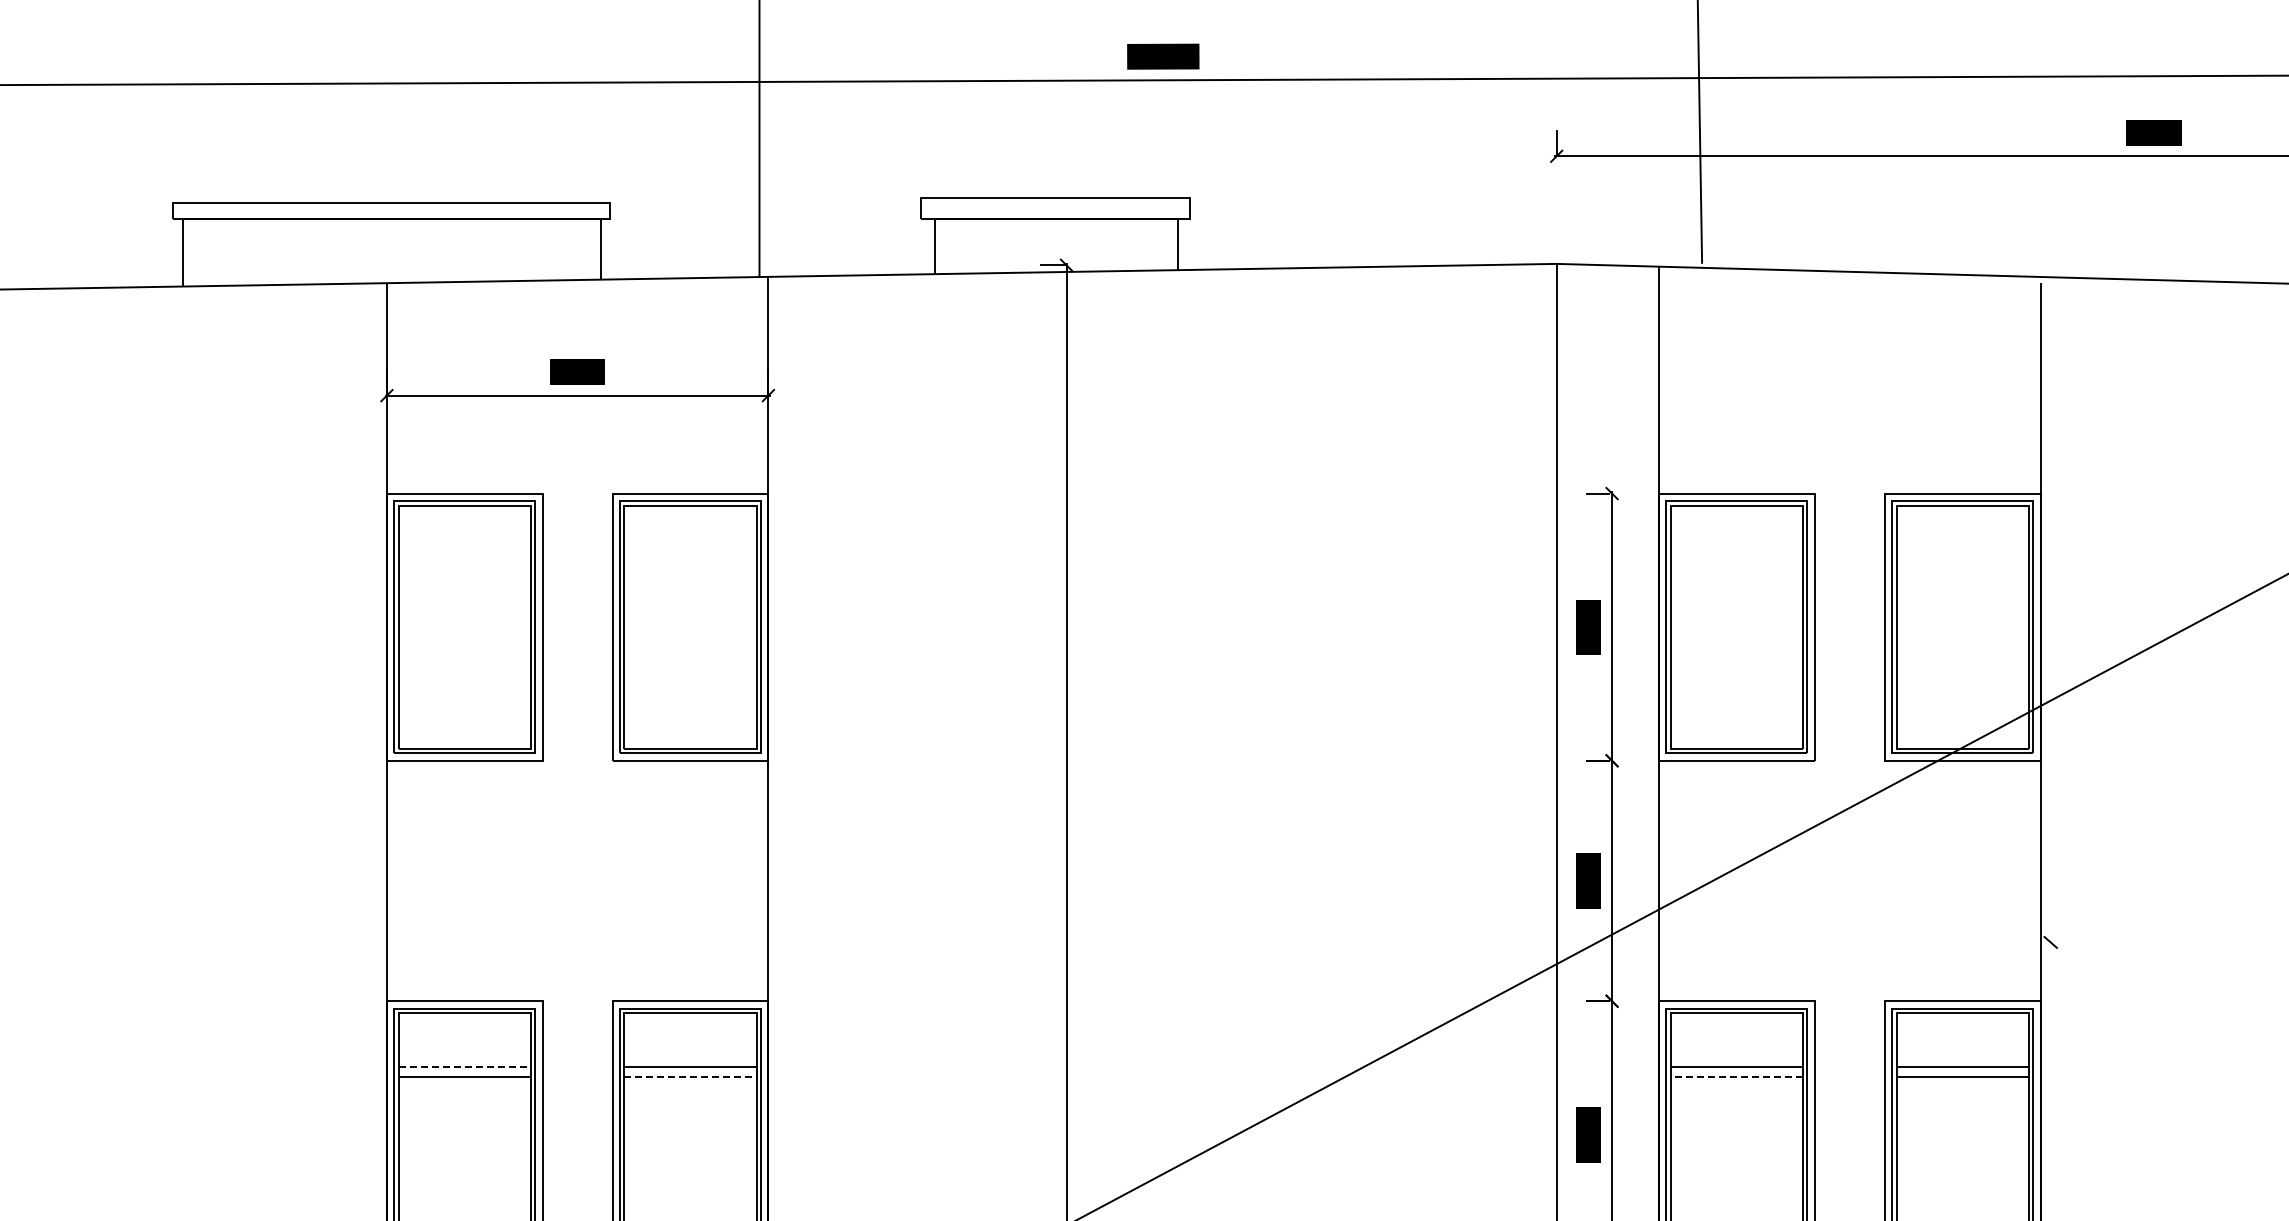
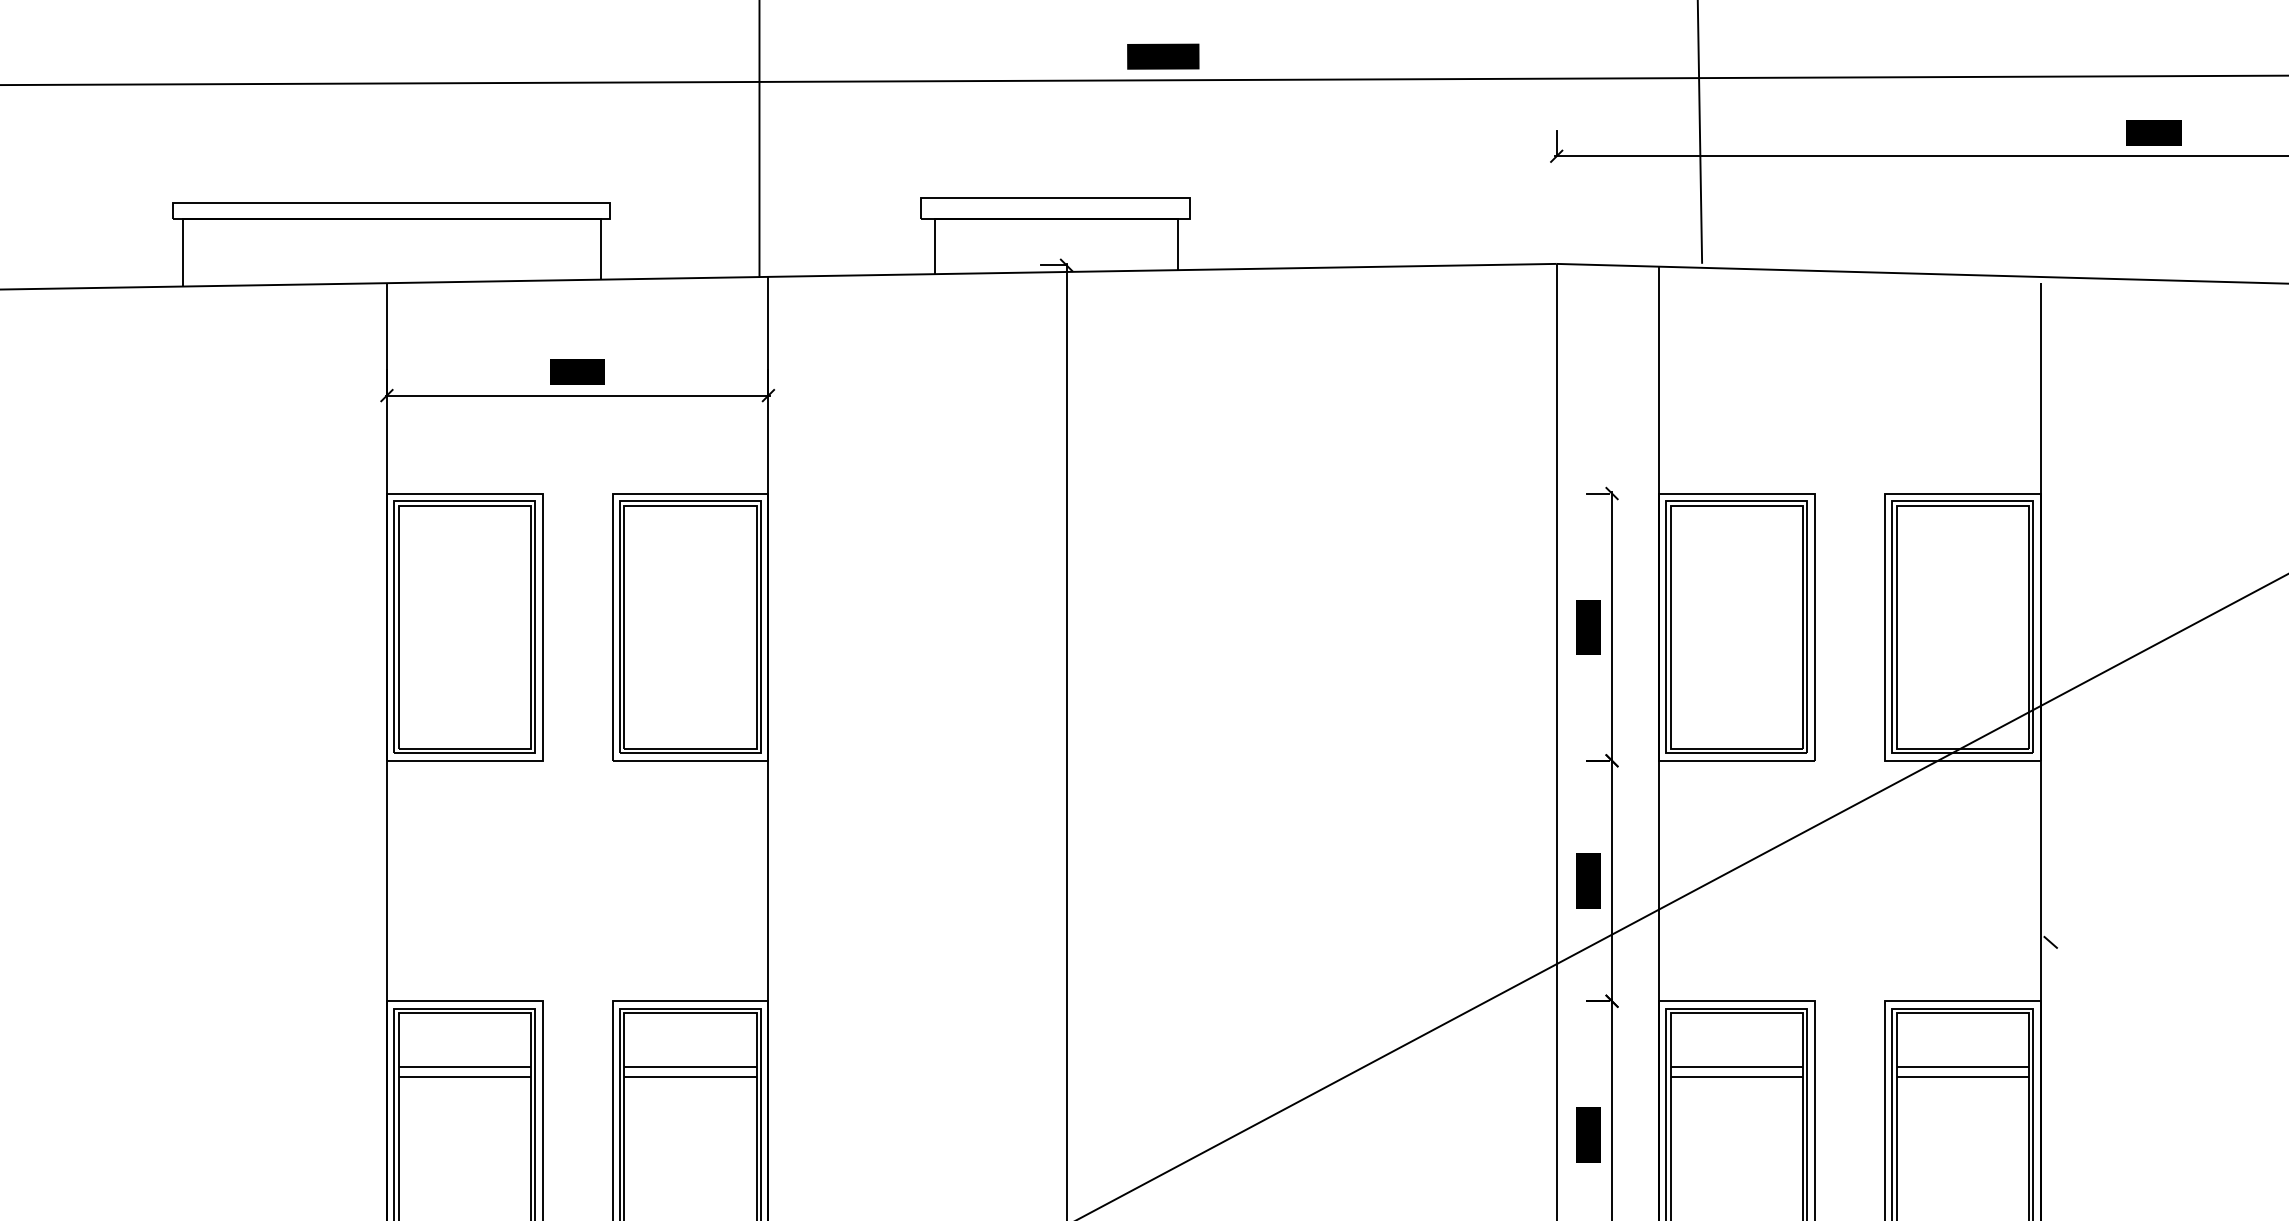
line at (465, 1066): dashed -> solid
line at (690, 1077): dashed -> solid
line at (1736, 1077): dashed -> solid
